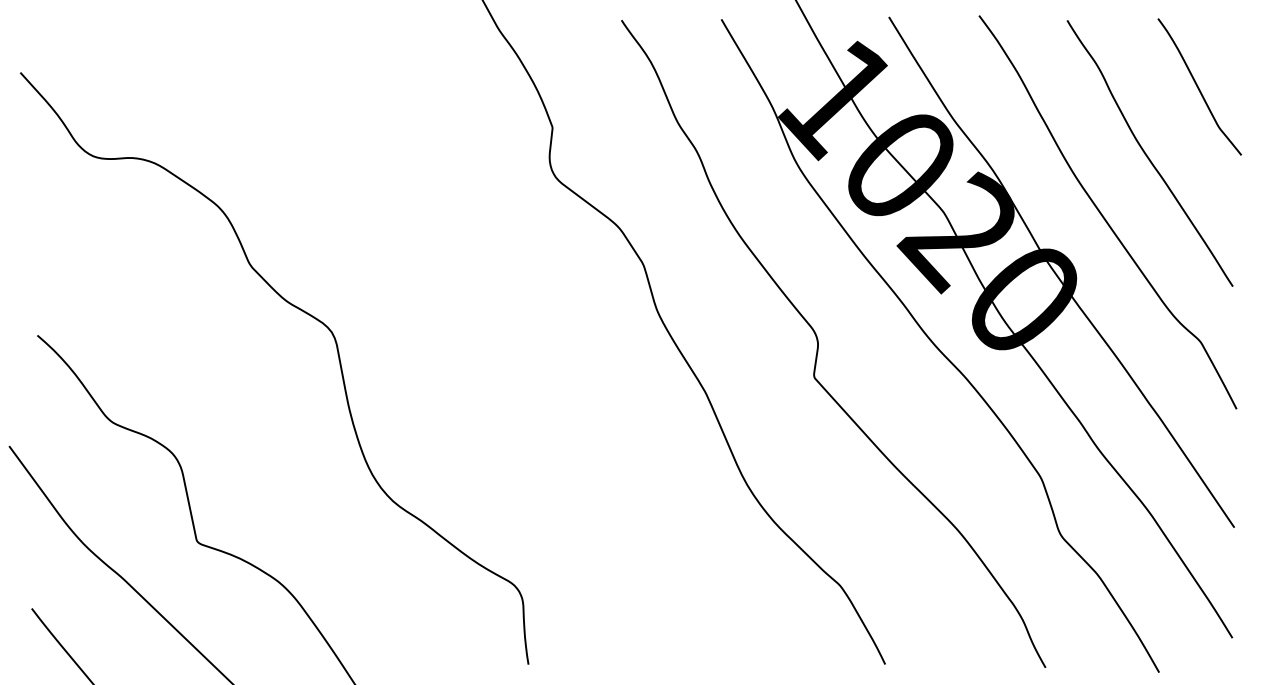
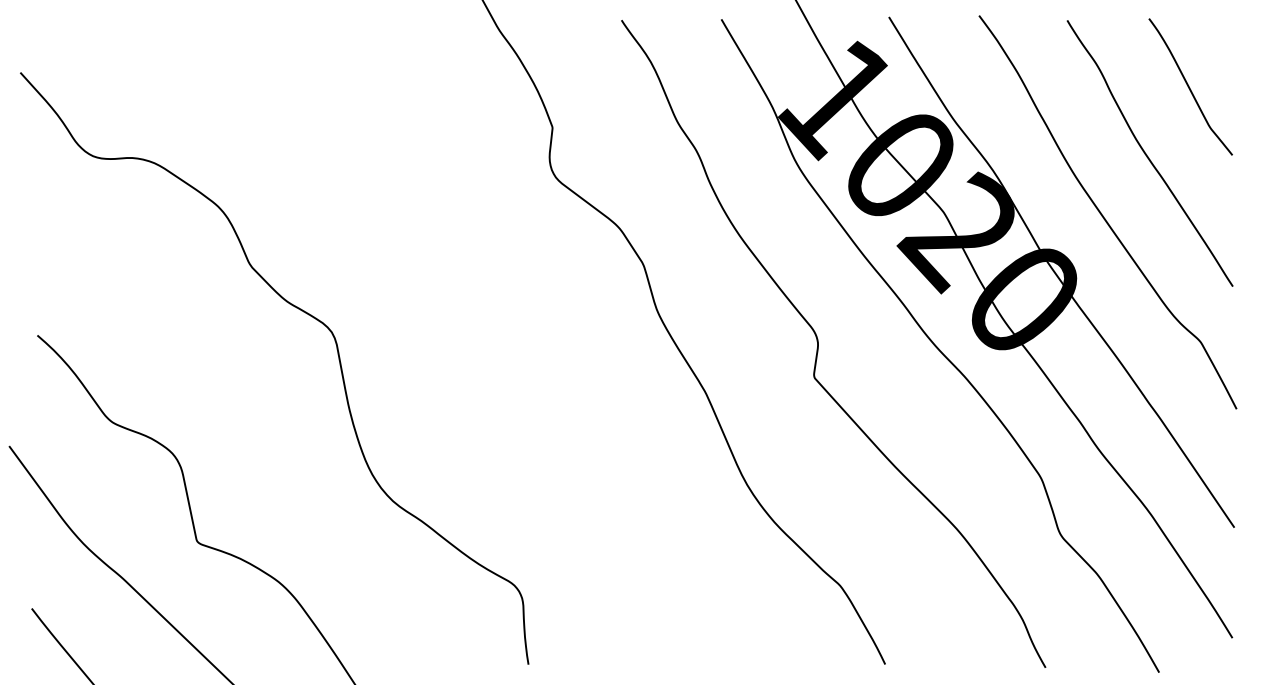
curve at (1198, 86) position: (1198, 86) -> (1189, 86)
